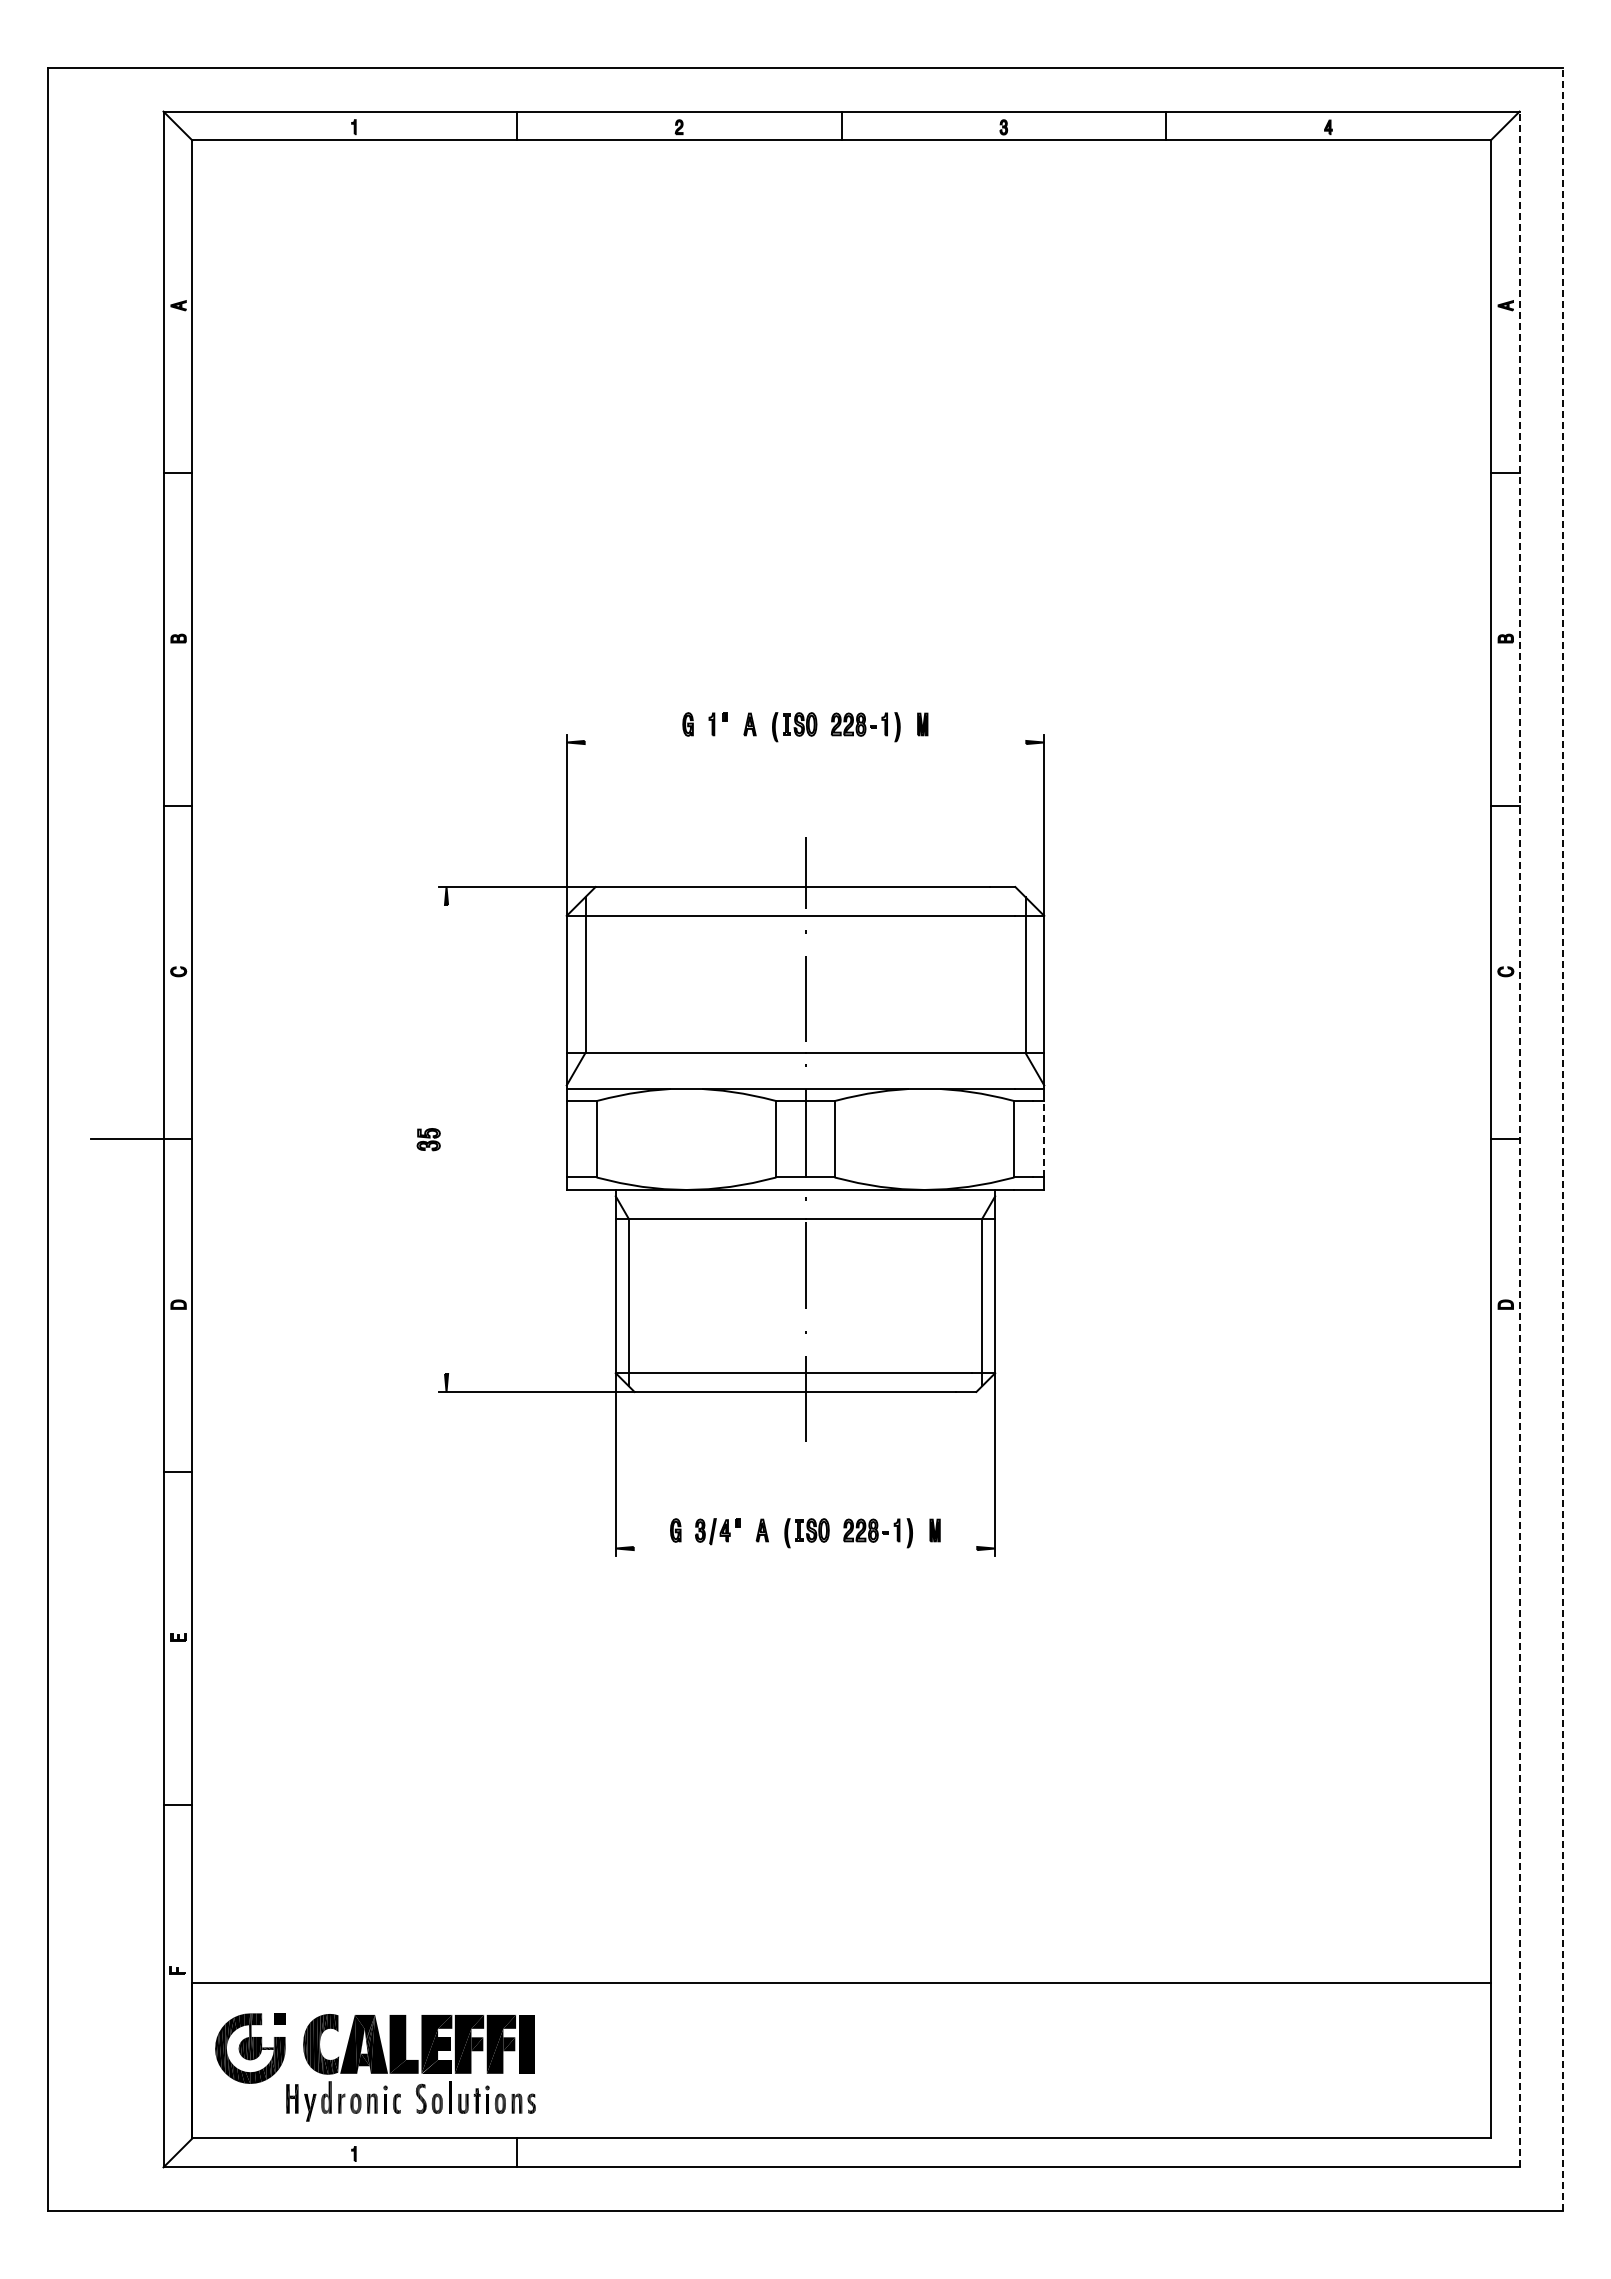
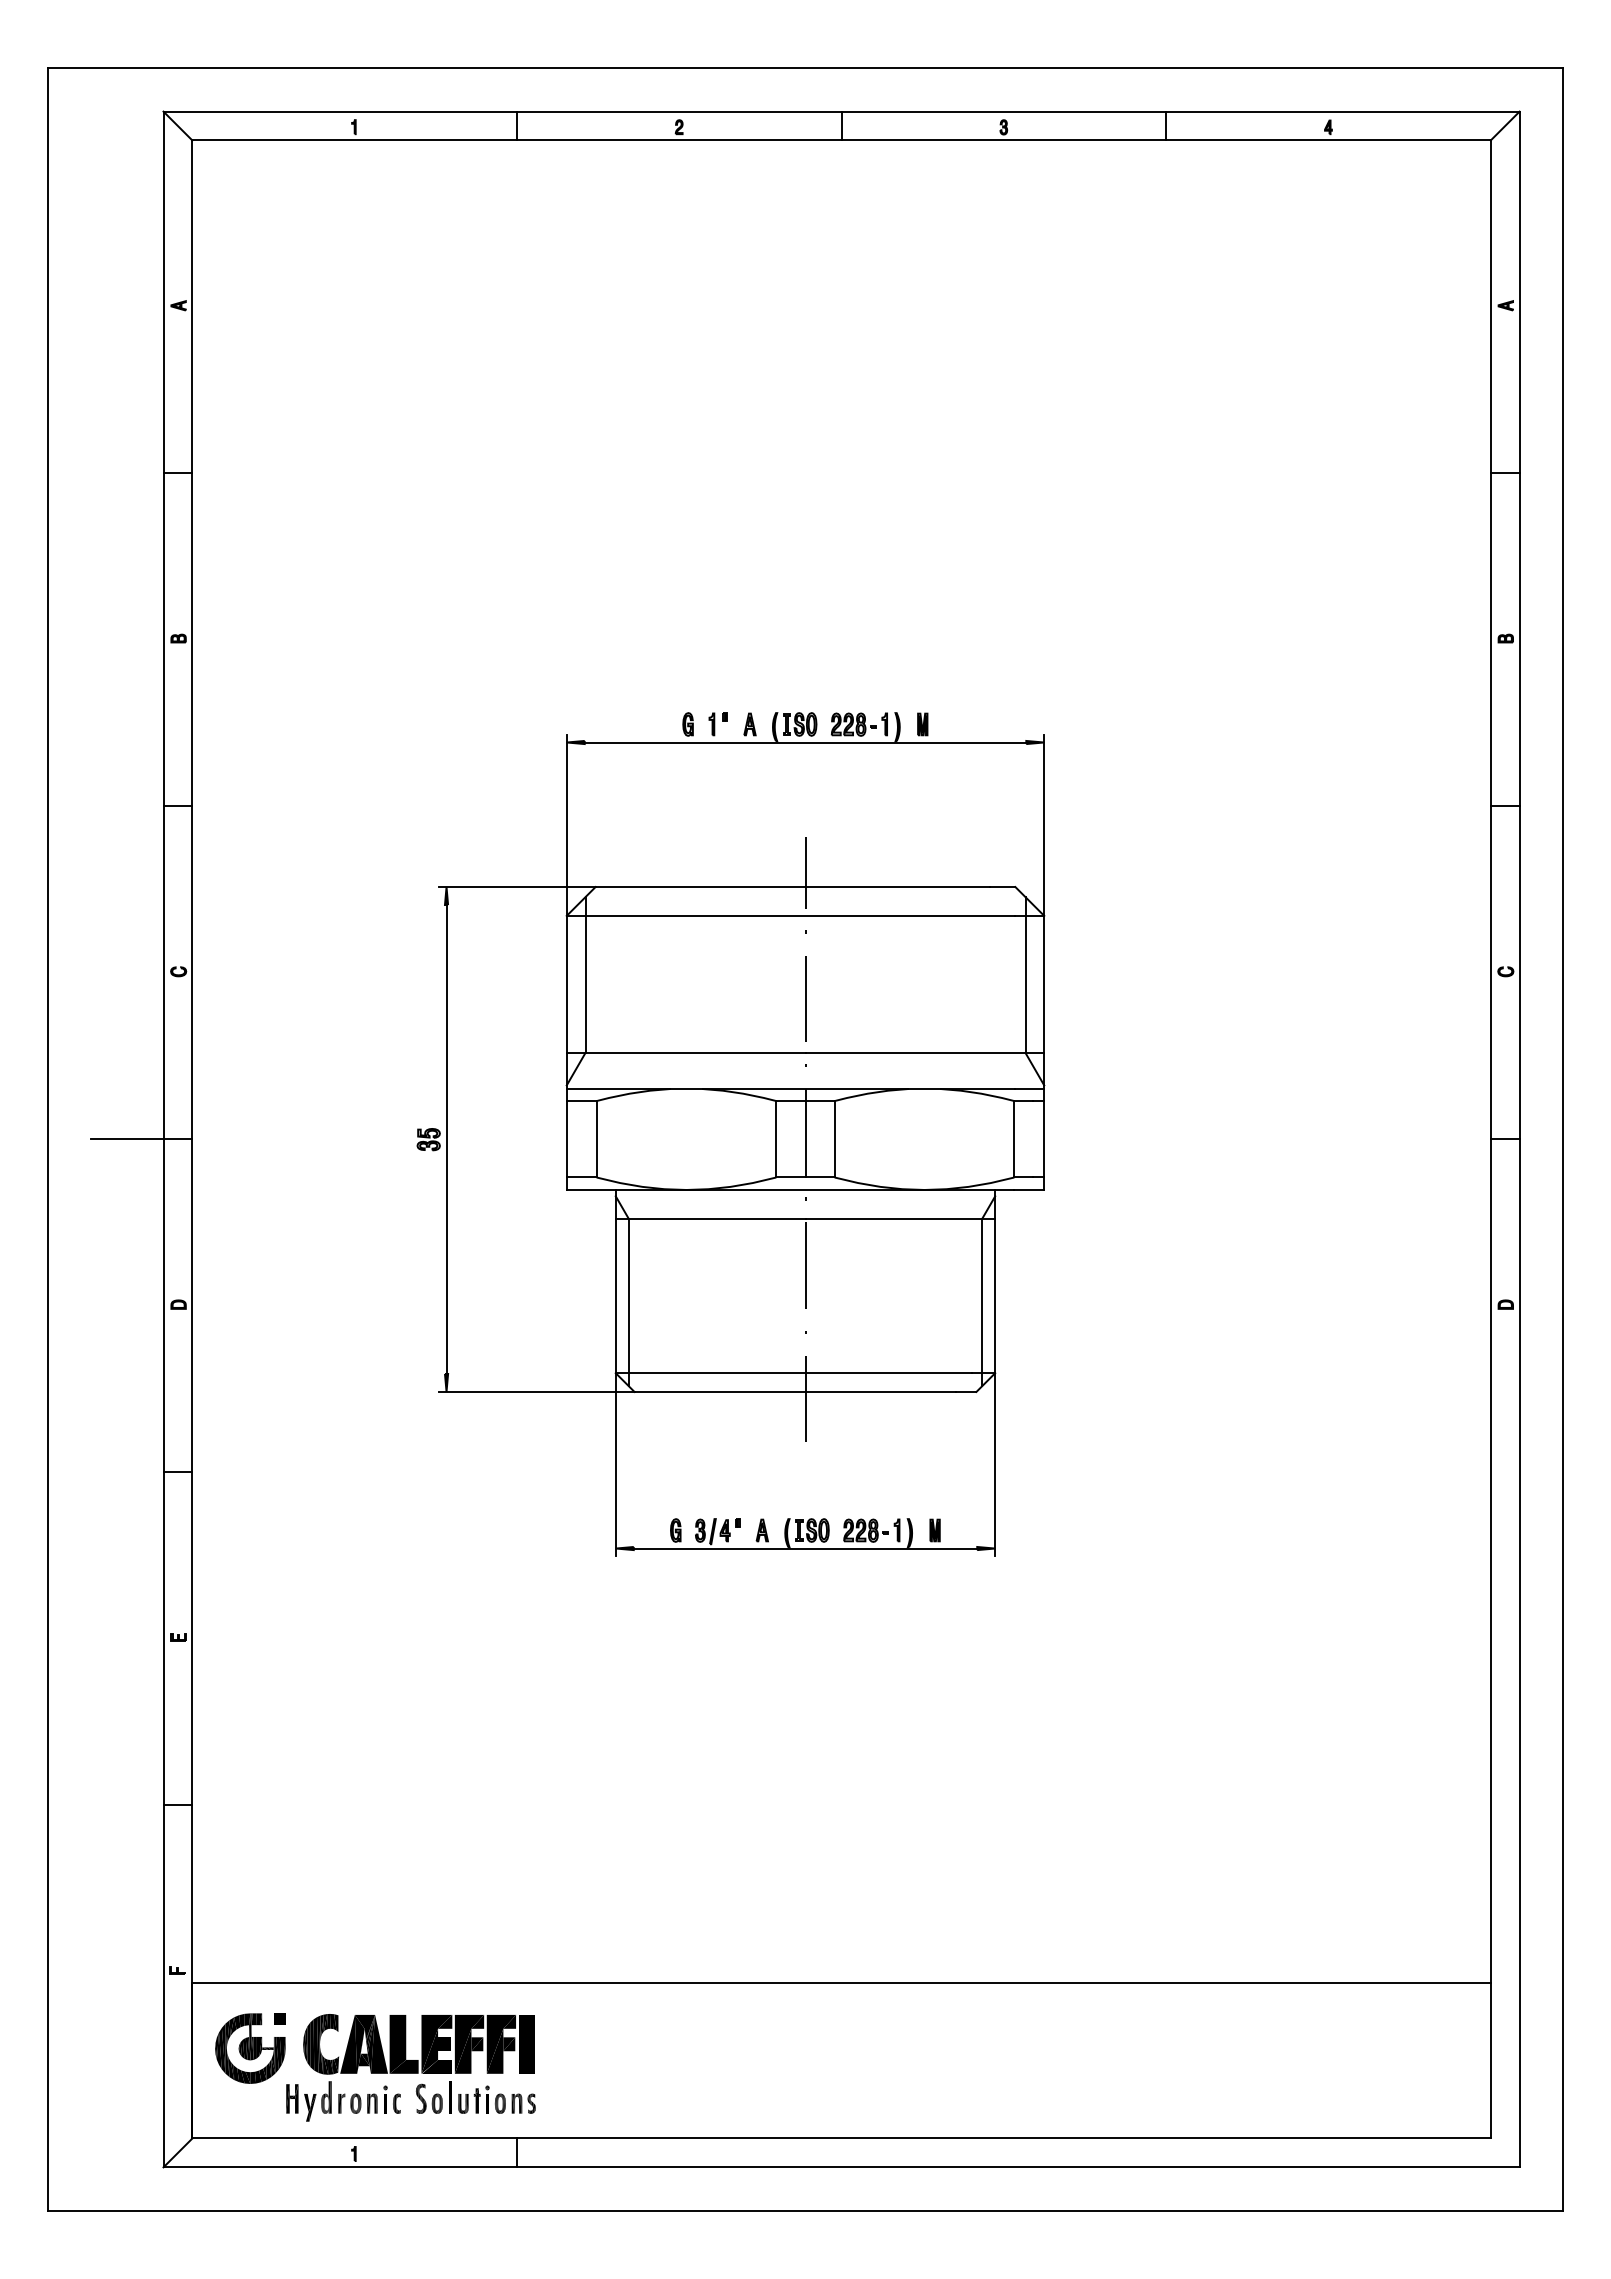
line at (805, 742): none -> present
line at (1043, 1138): dashed -> solid
line at (446, 1139): none -> present
line at (1519, 1139): dashed -> solid
line at (1562, 1139): dashed -> solid
line at (805, 1548): none -> present
